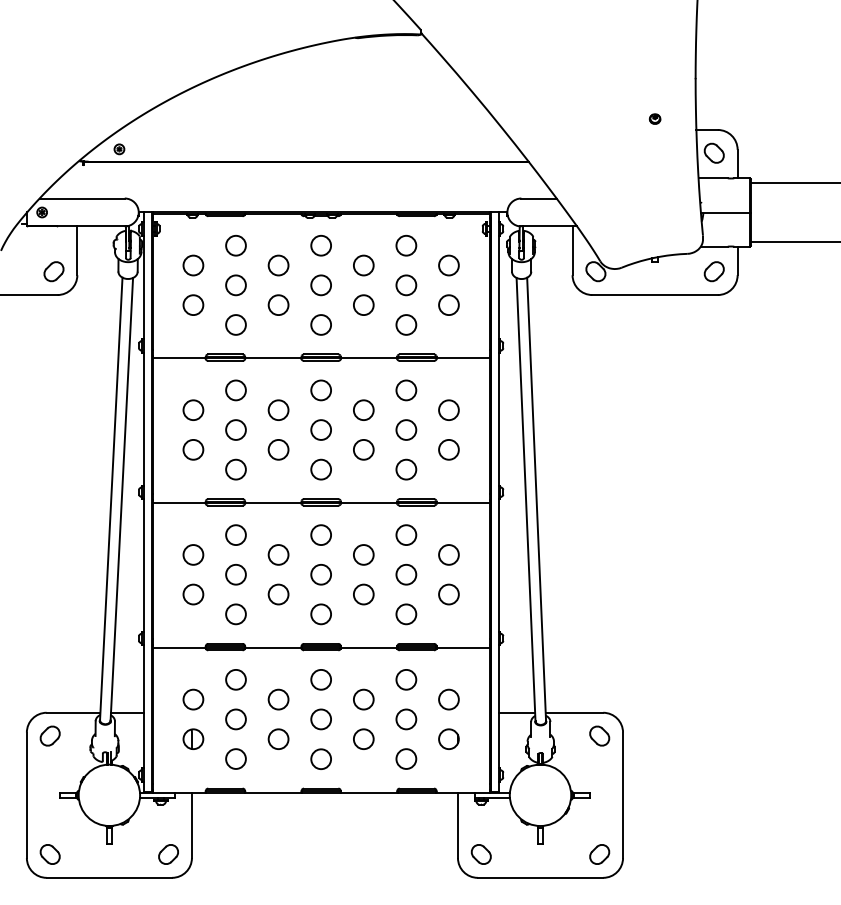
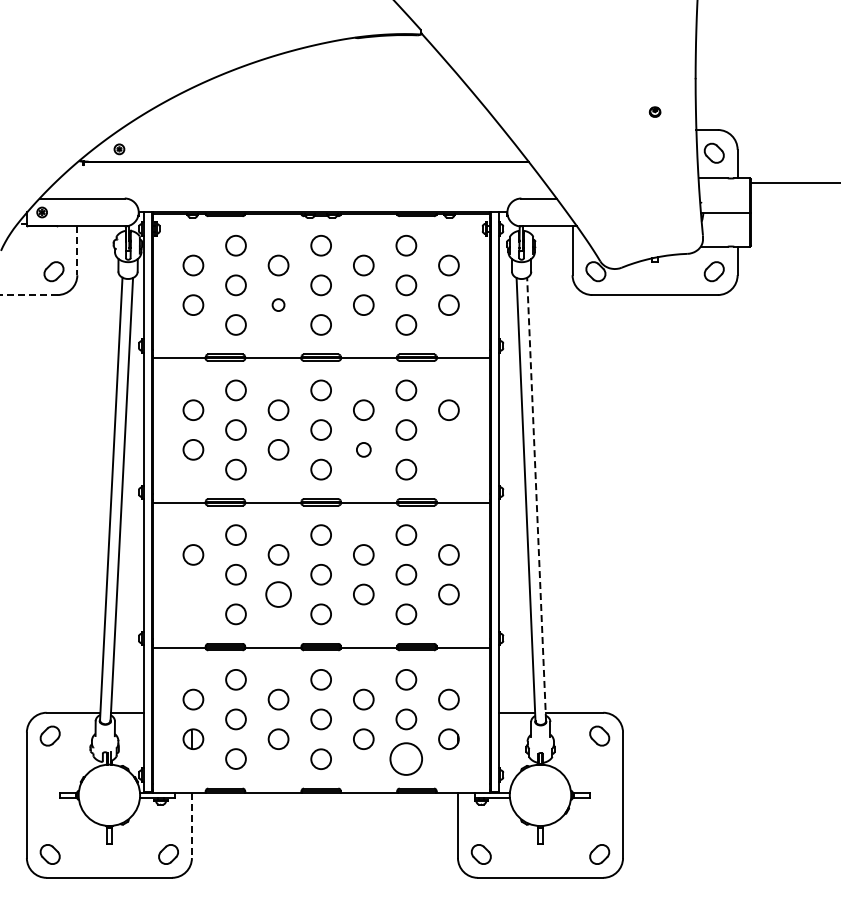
part at (654, 118) position: (654, 118) -> (654, 111)
line at (793, 241): present -> none
line at (77, 251): solid -> dashed
line at (28, 295): solid -> dashed
circle at (278, 304) size: 23x22 px -> 15x14 px
circle at (363, 449) size: 22x22 px -> 16x16 px
circle at (448, 449): present -> none
line at (536, 499): solid -> dashed
circle at (193, 594): present -> none
circle at (278, 594) size: 23x23 px -> 27x27 px
circle at (406, 758) size: 23x22 px -> 34x34 px
line at (191, 825): solid -> dashed
